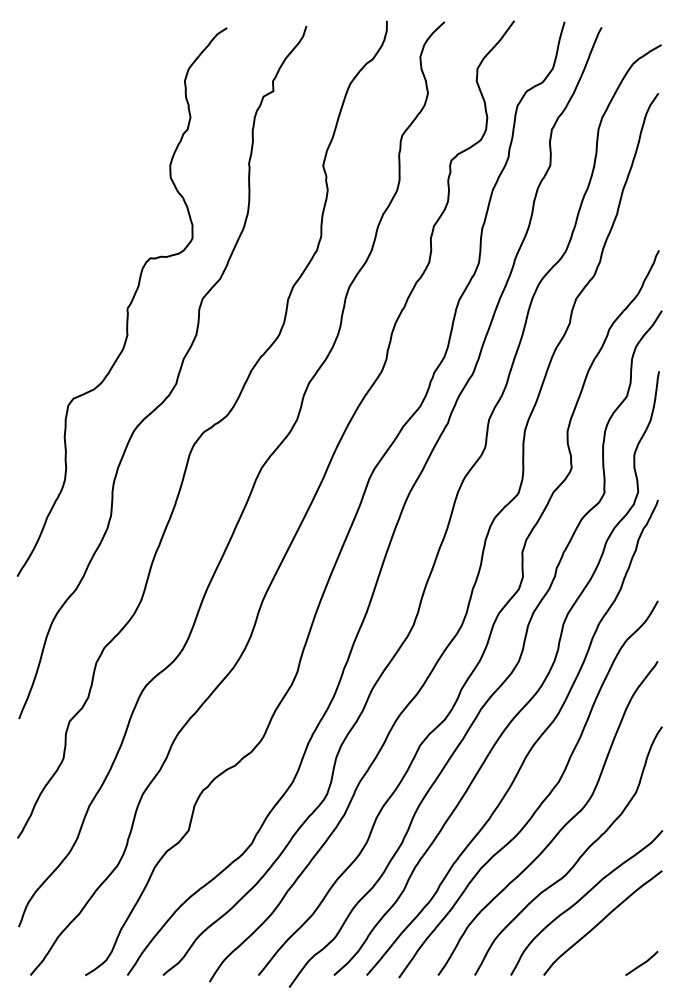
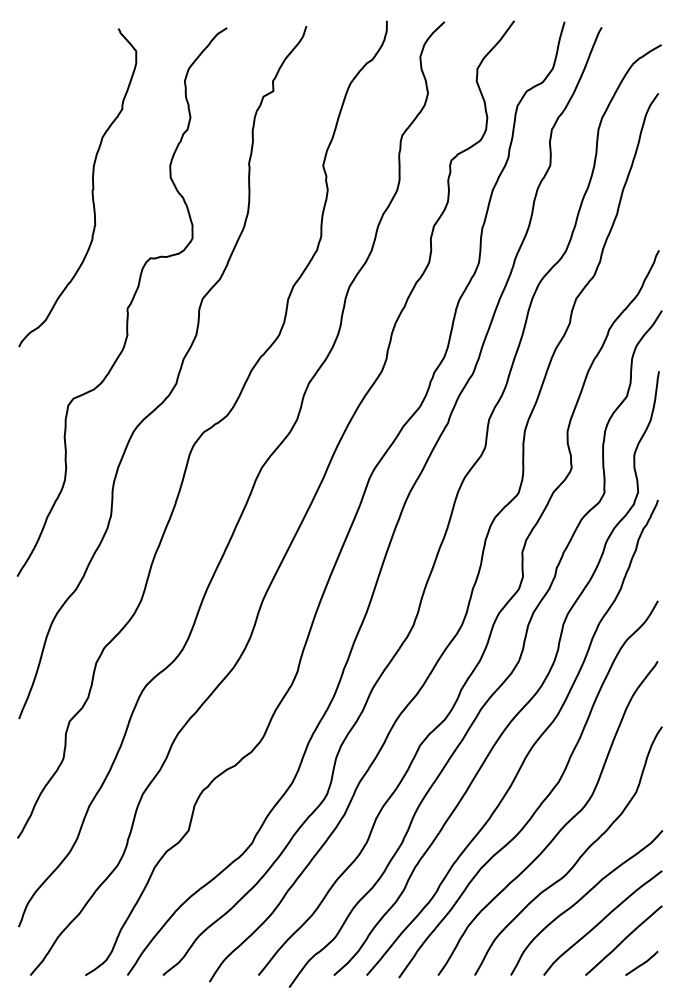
curve at (91, 190): none -> present
line at (623, 940): none -> present
